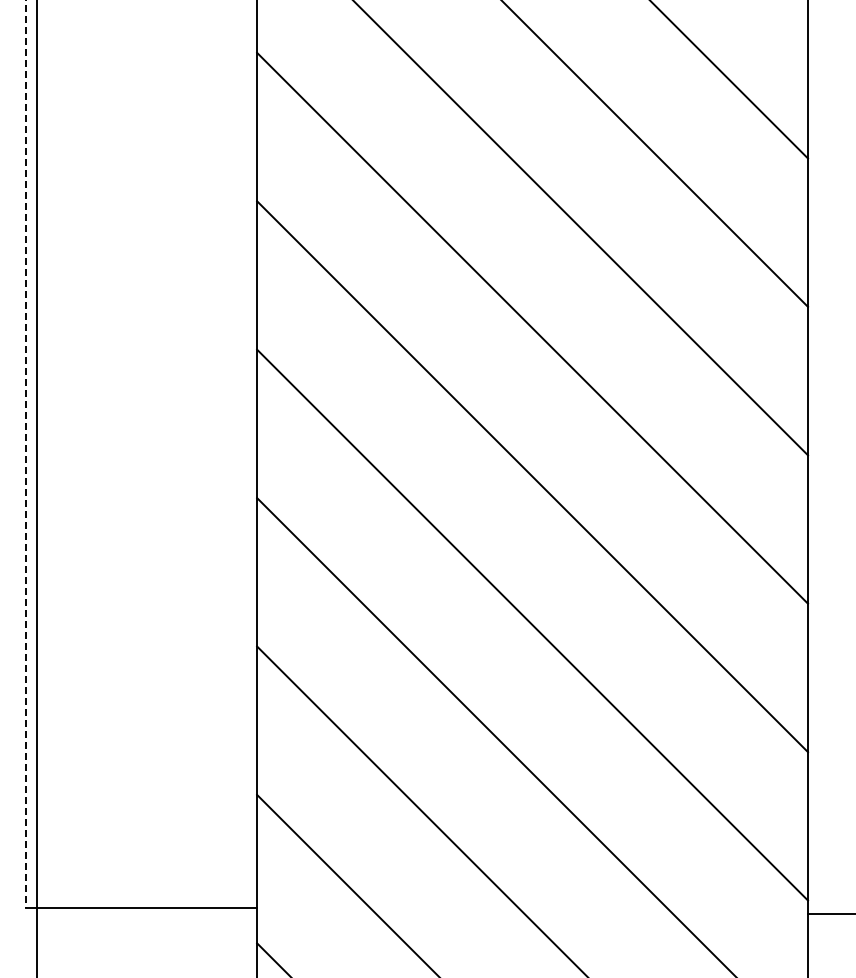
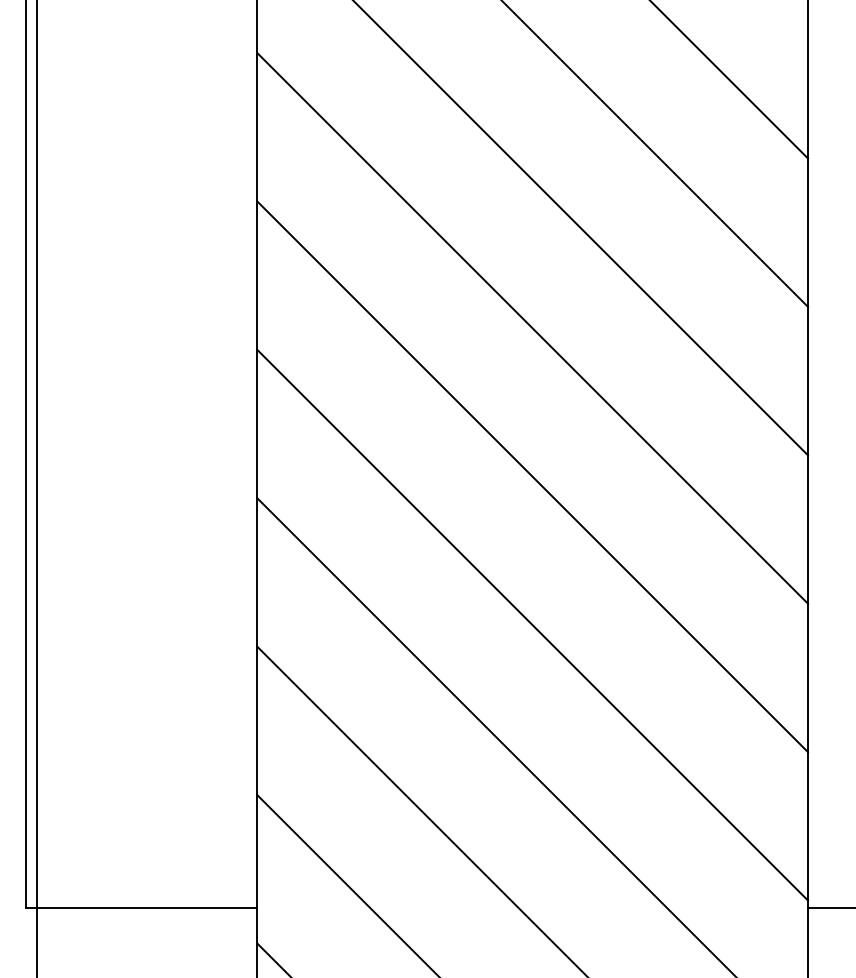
line at (25, 454): dashed -> solid
line at (829, 914) position: (829, 914) -> (829, 908)
